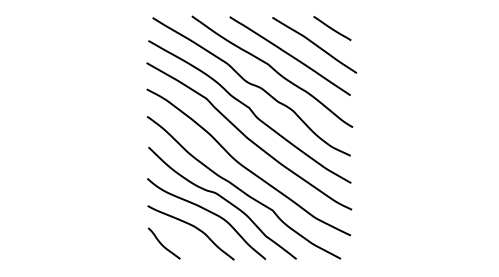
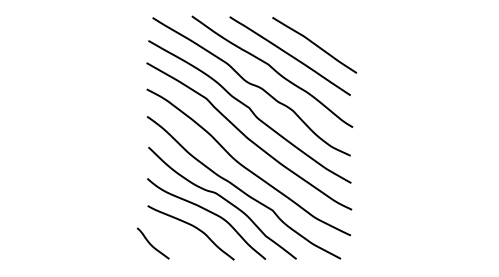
line at (332, 28): present -> none
curve at (162, 243) position: (162, 243) -> (151, 243)
